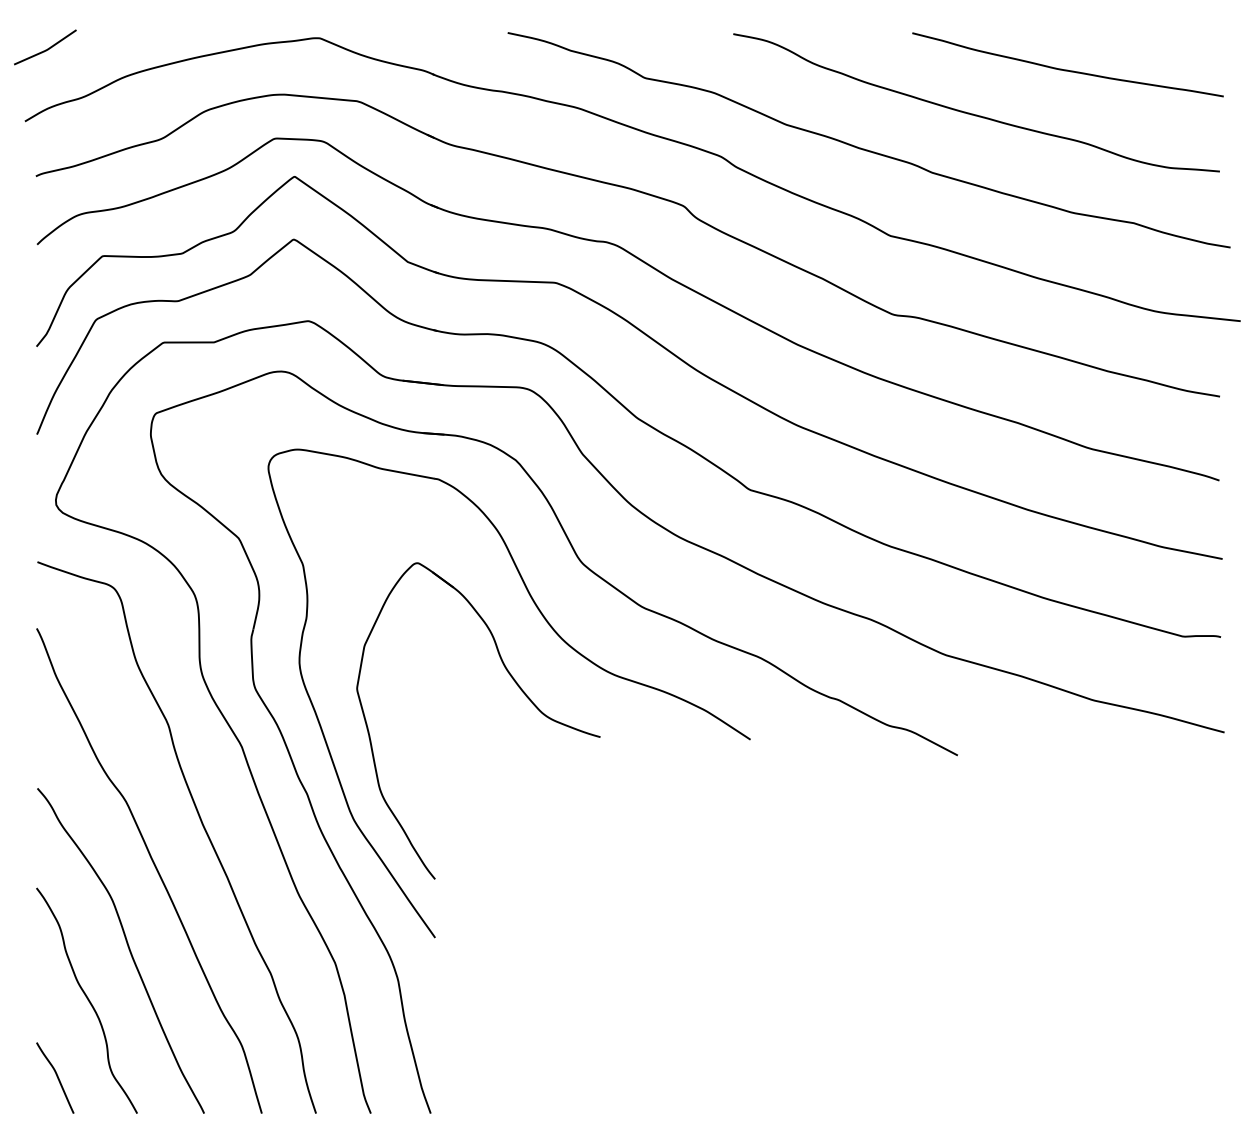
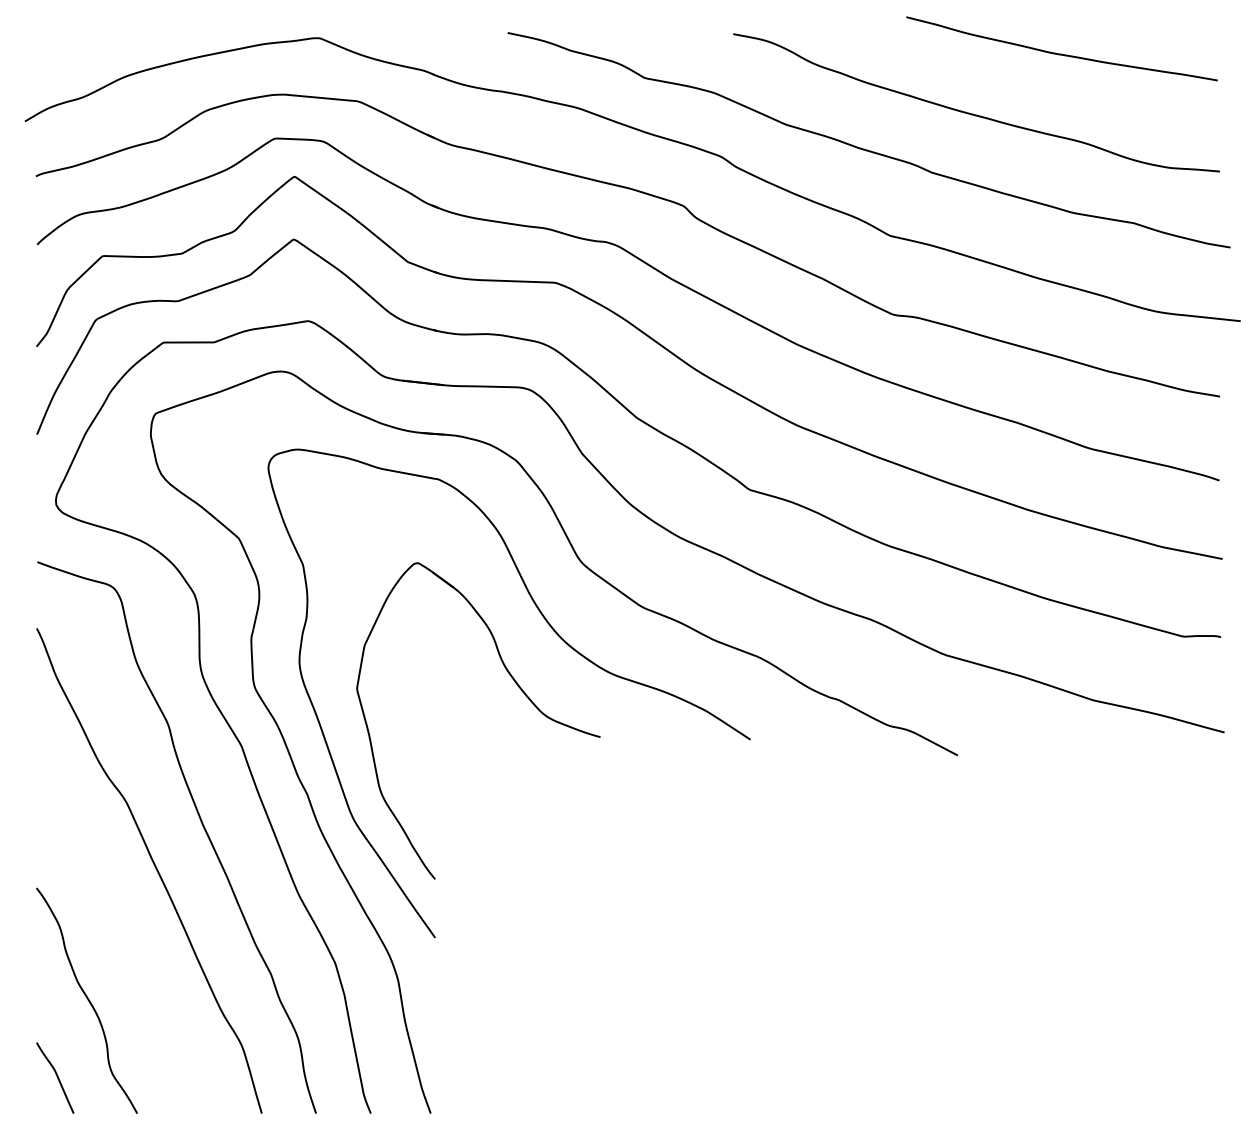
curve at (45, 49): present -> none
curve at (1067, 69) position: (1067, 69) -> (1061, 53)
curve at (127, 946): present -> none
